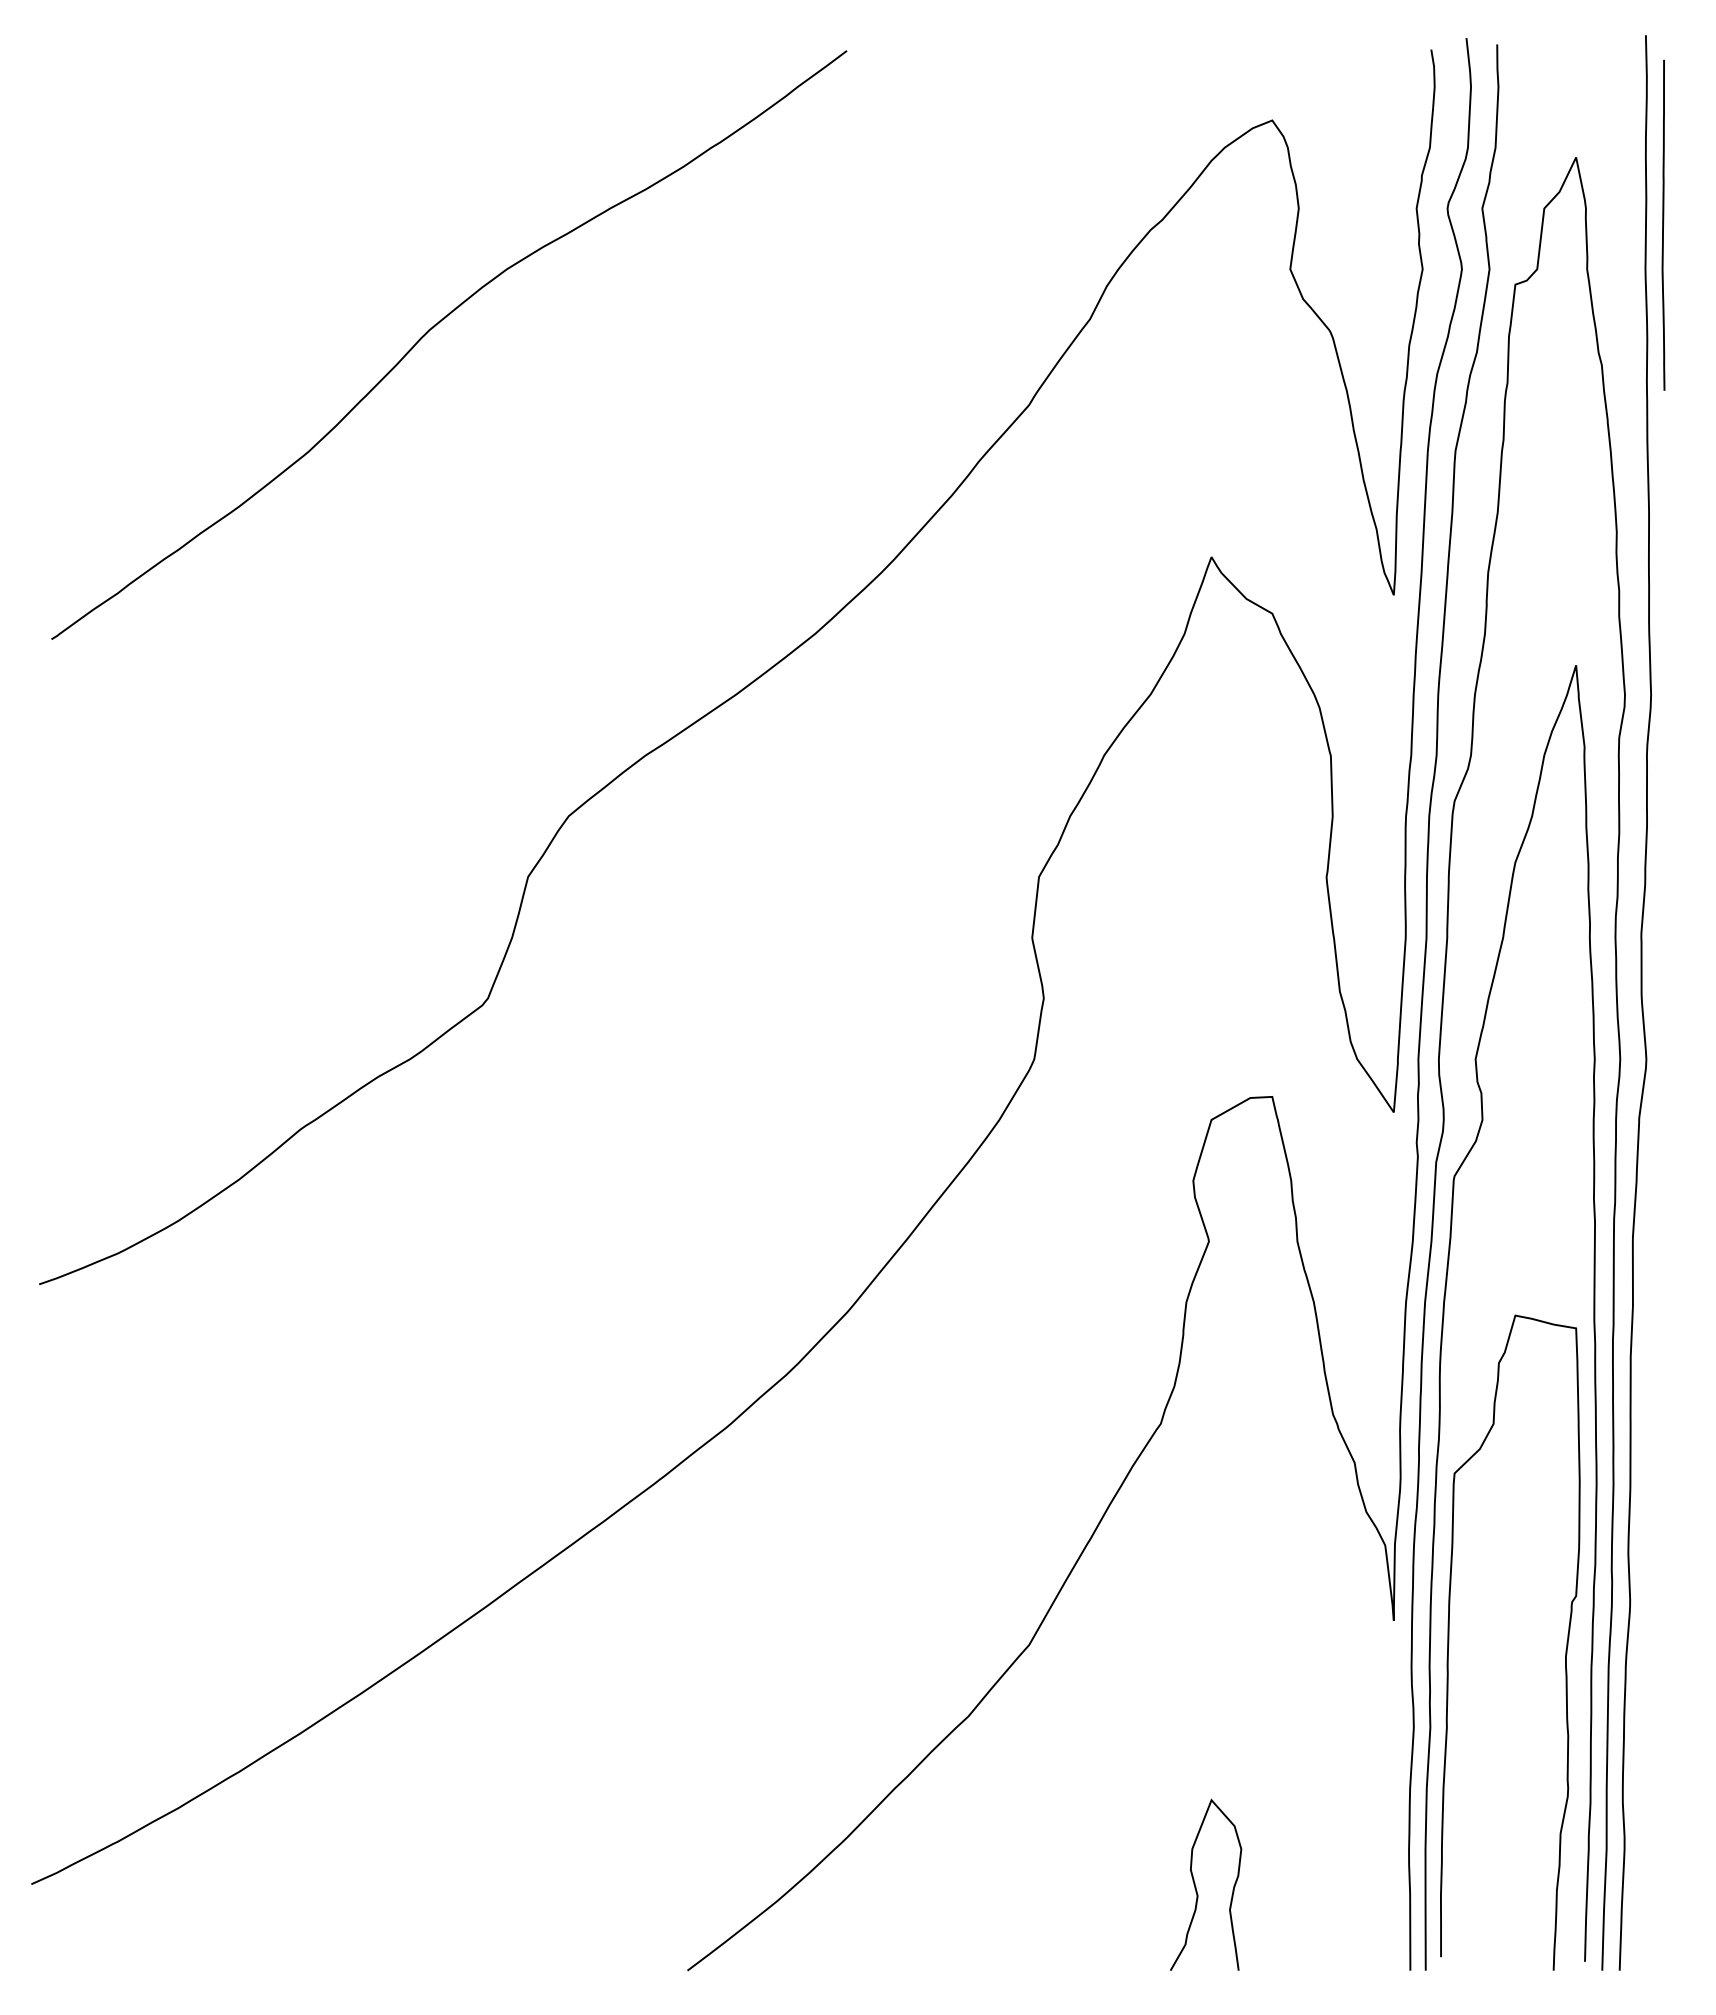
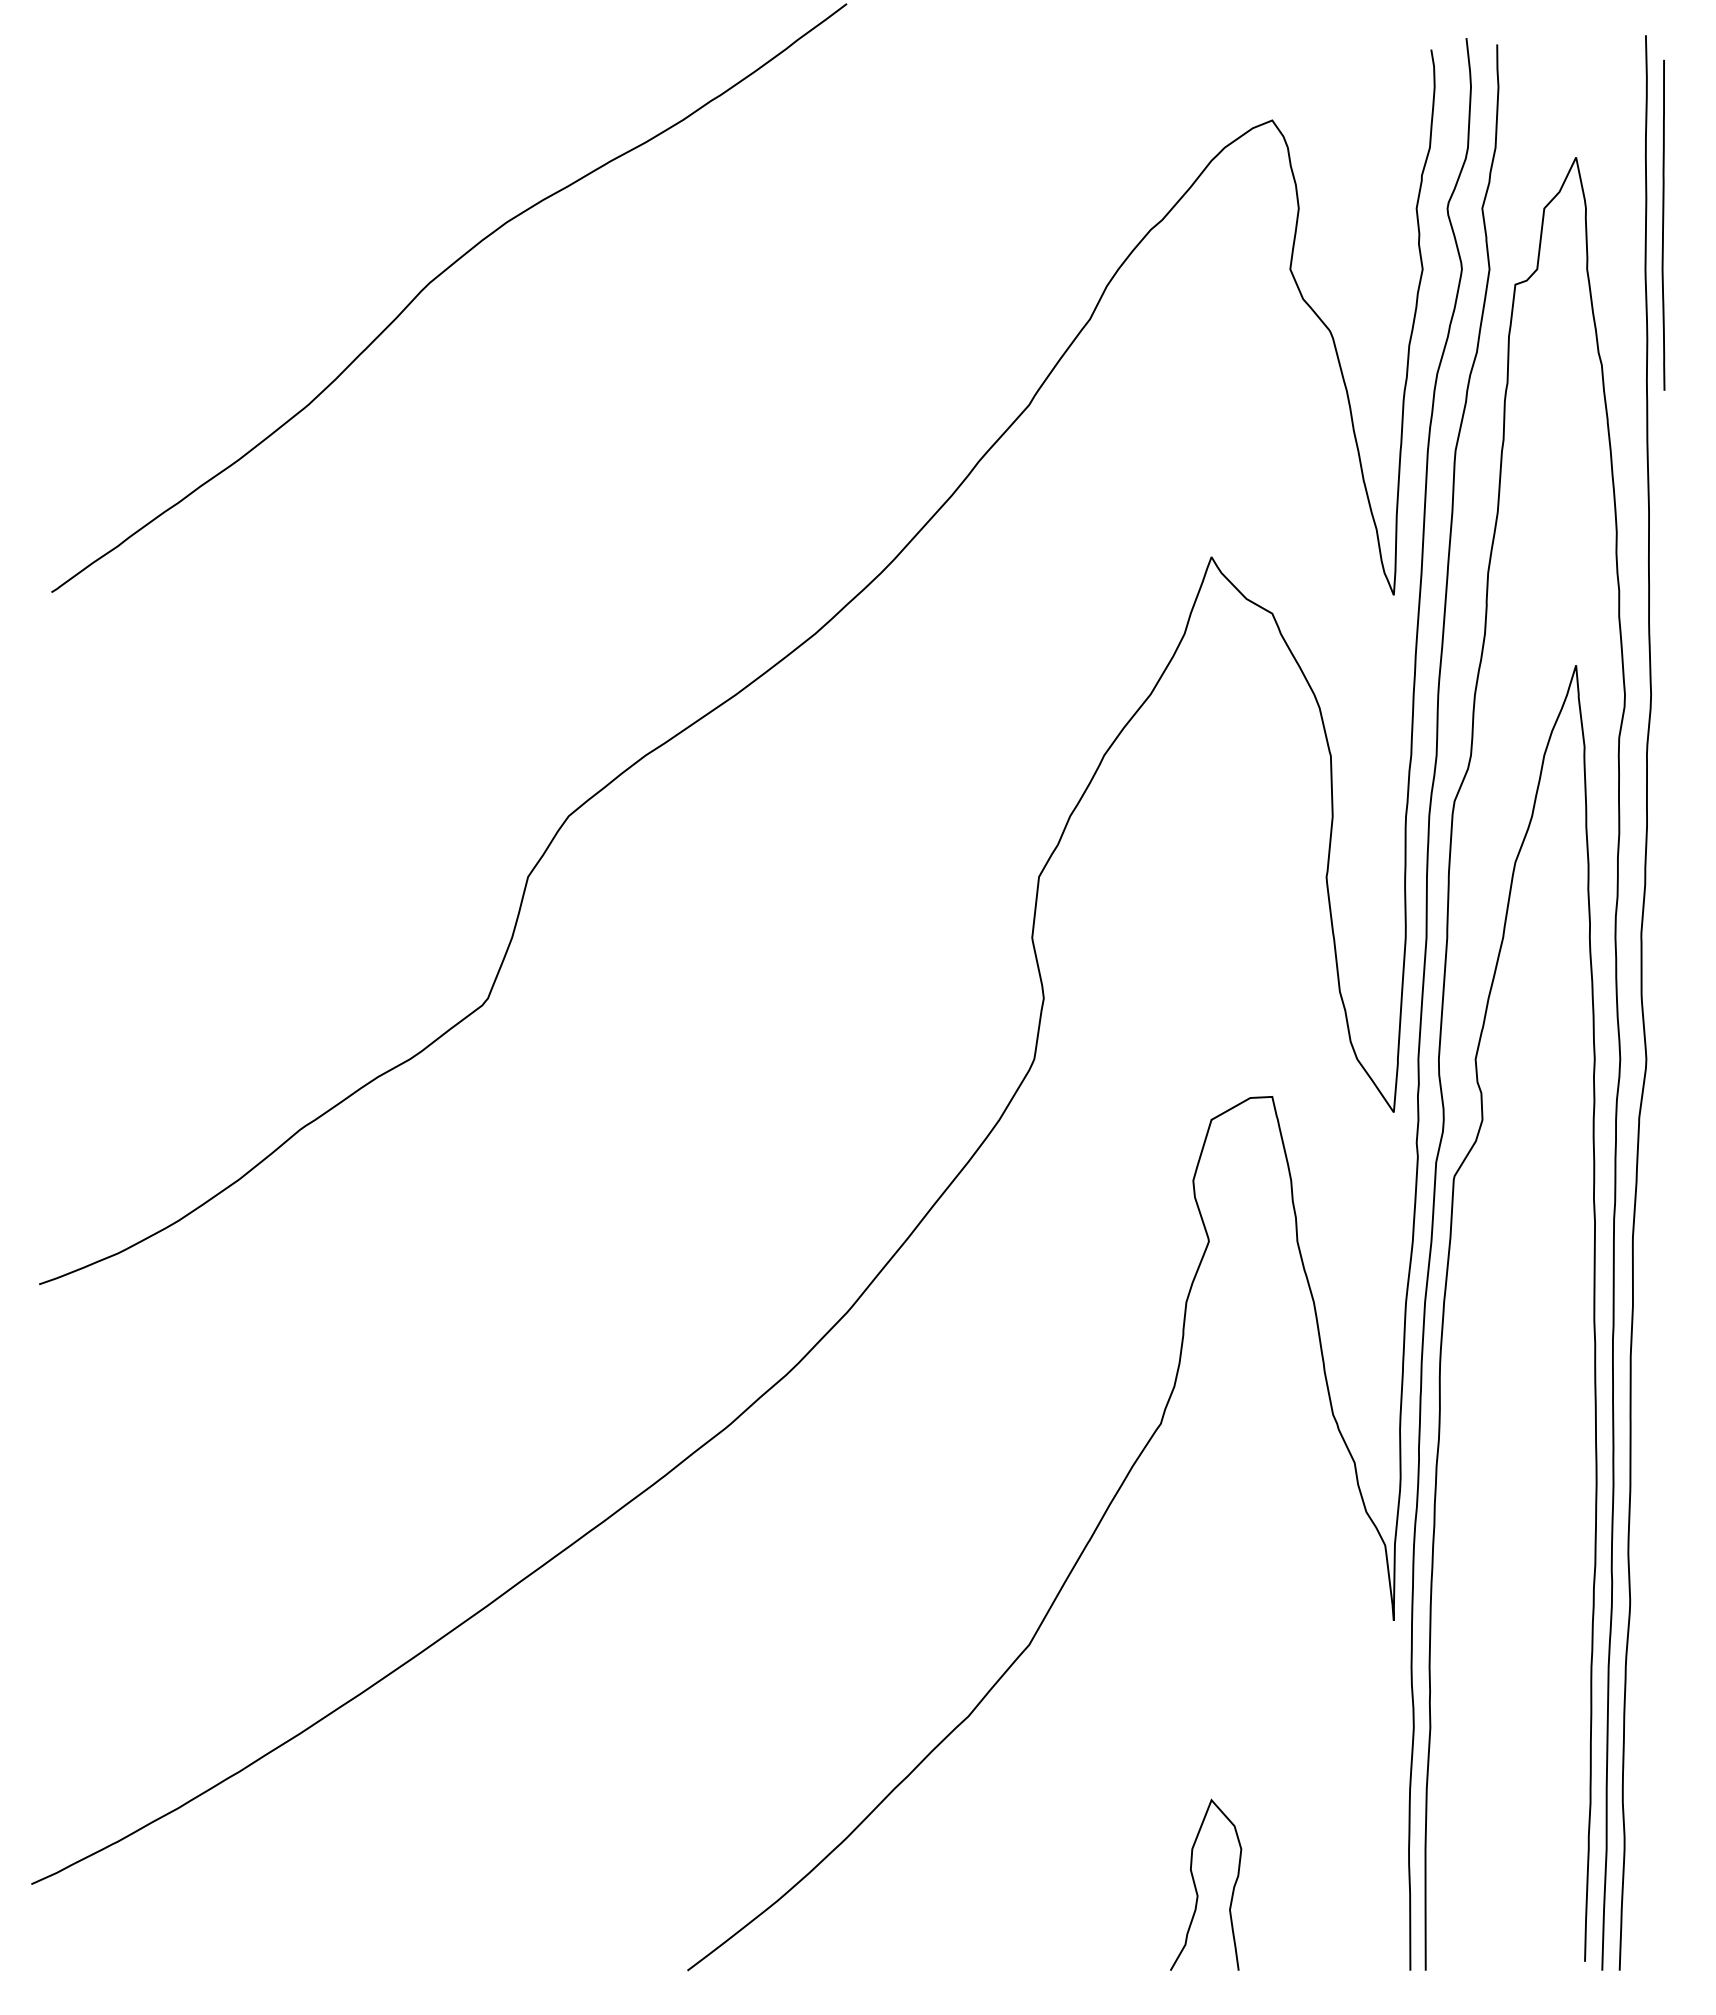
curve at (433, 328) position: (433, 328) -> (433, 281)
curve at (1565, 1649): present -> none
